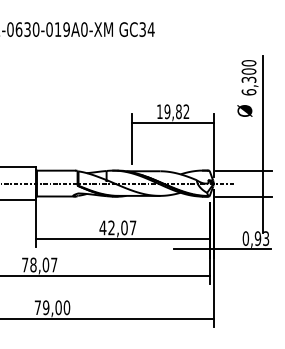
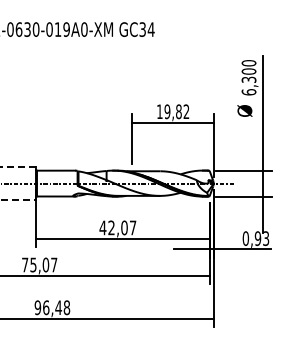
line at (18, 167): solid -> dashed
line at (18, 200): solid -> dashed
text at (33, 264): 78,07 -> 75,07
text at (52, 307): 79,00 -> 96,48
